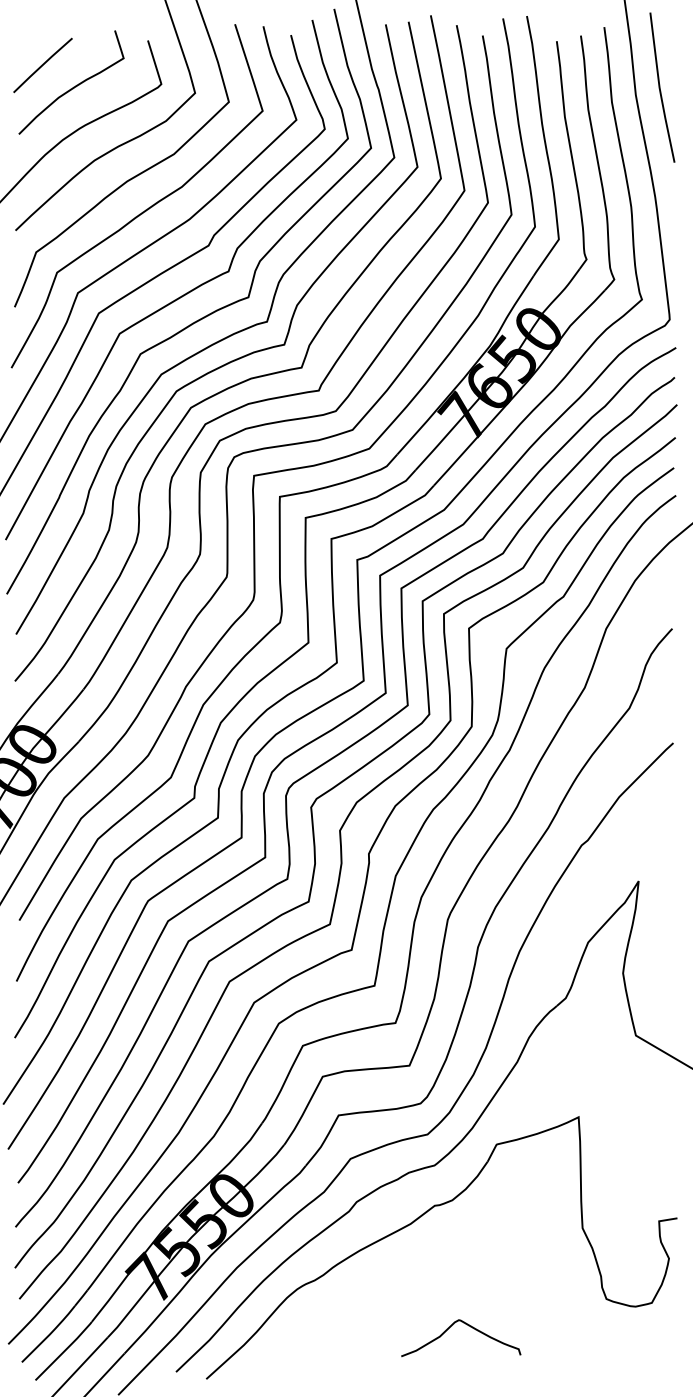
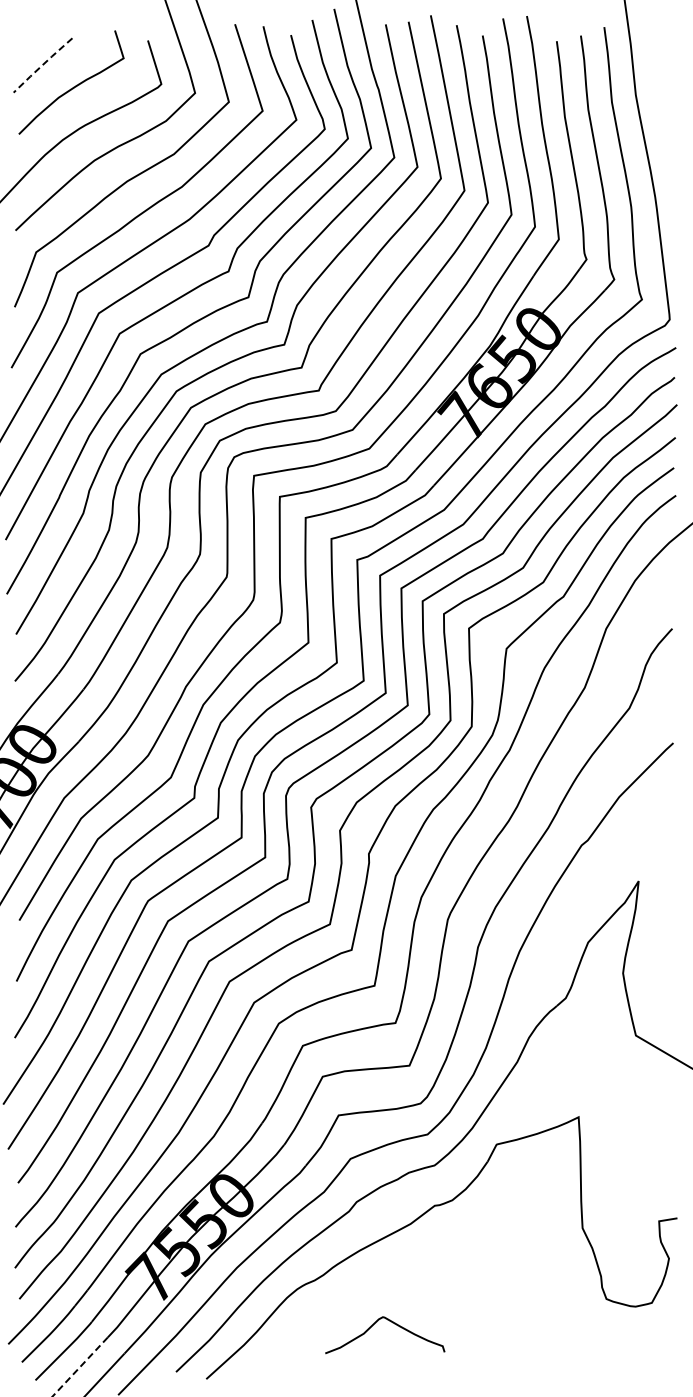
line at (42, 65): solid -> dashed
line at (660, 87): present -> none
curve at (468, 1326) position: (468, 1326) -> (392, 1323)
line at (80, 1366): solid -> dashed
